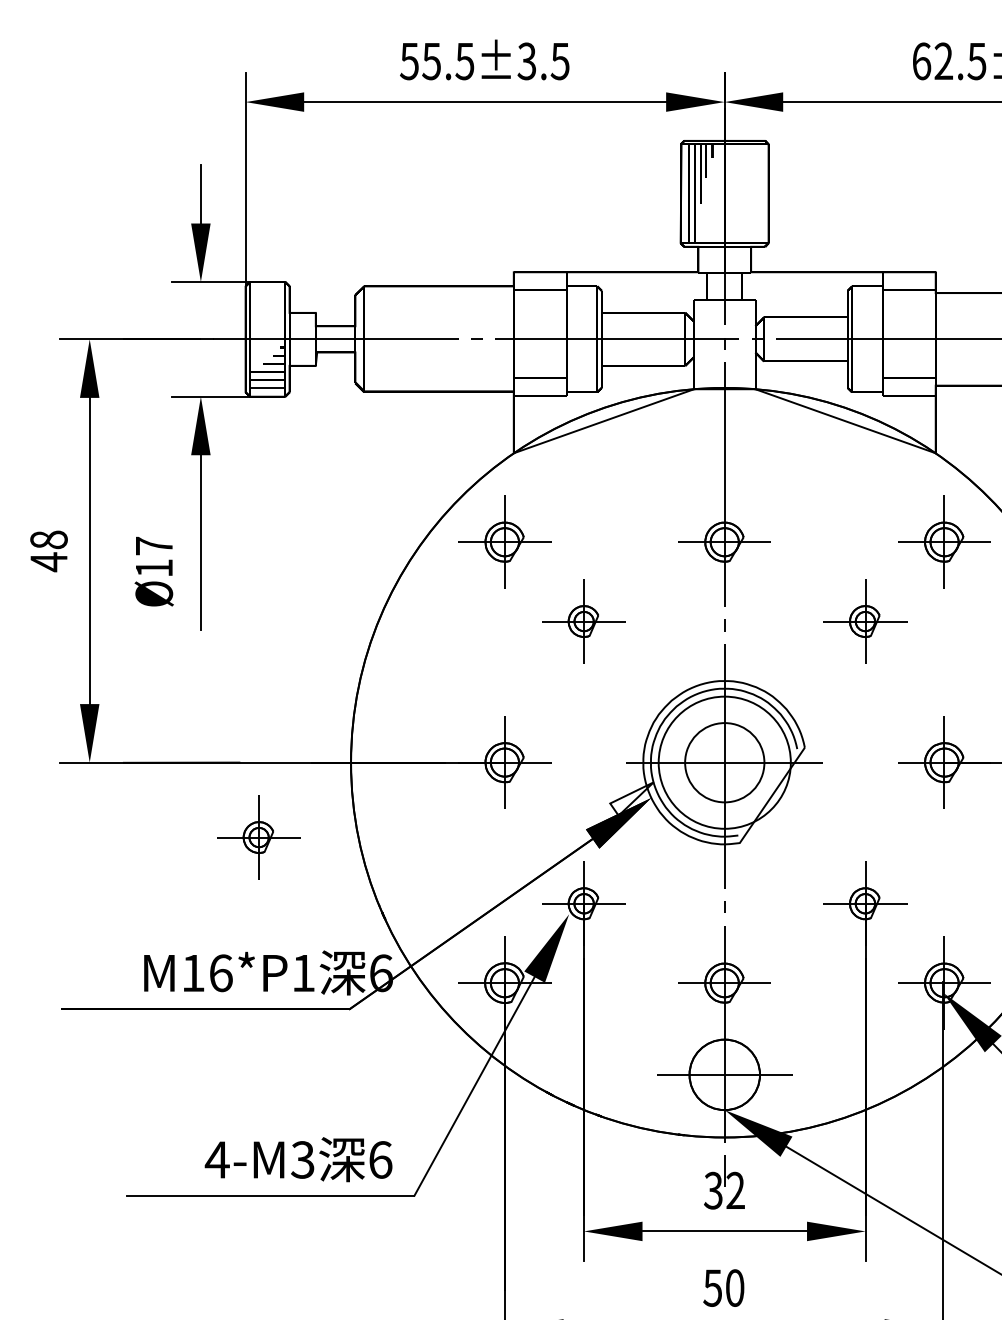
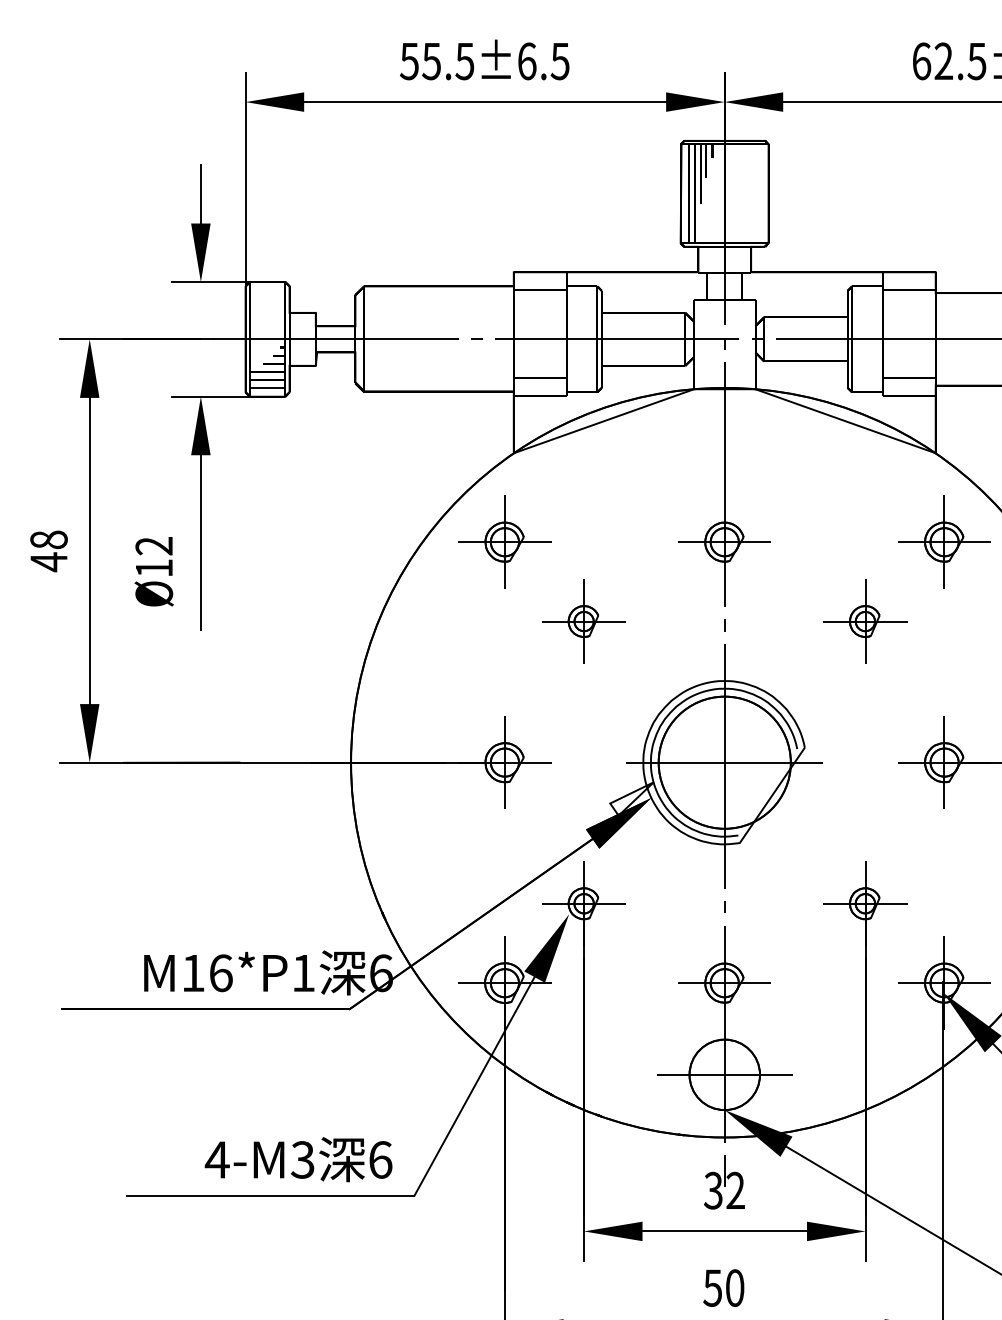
text at (526, 61): 55.5±3.5 -> 55.5±6.5
text at (153, 545): Ø17 -> Ø12
circle at (724, 762) diameter: 79 px -> 132 px
part at (258, 837): present -> none
